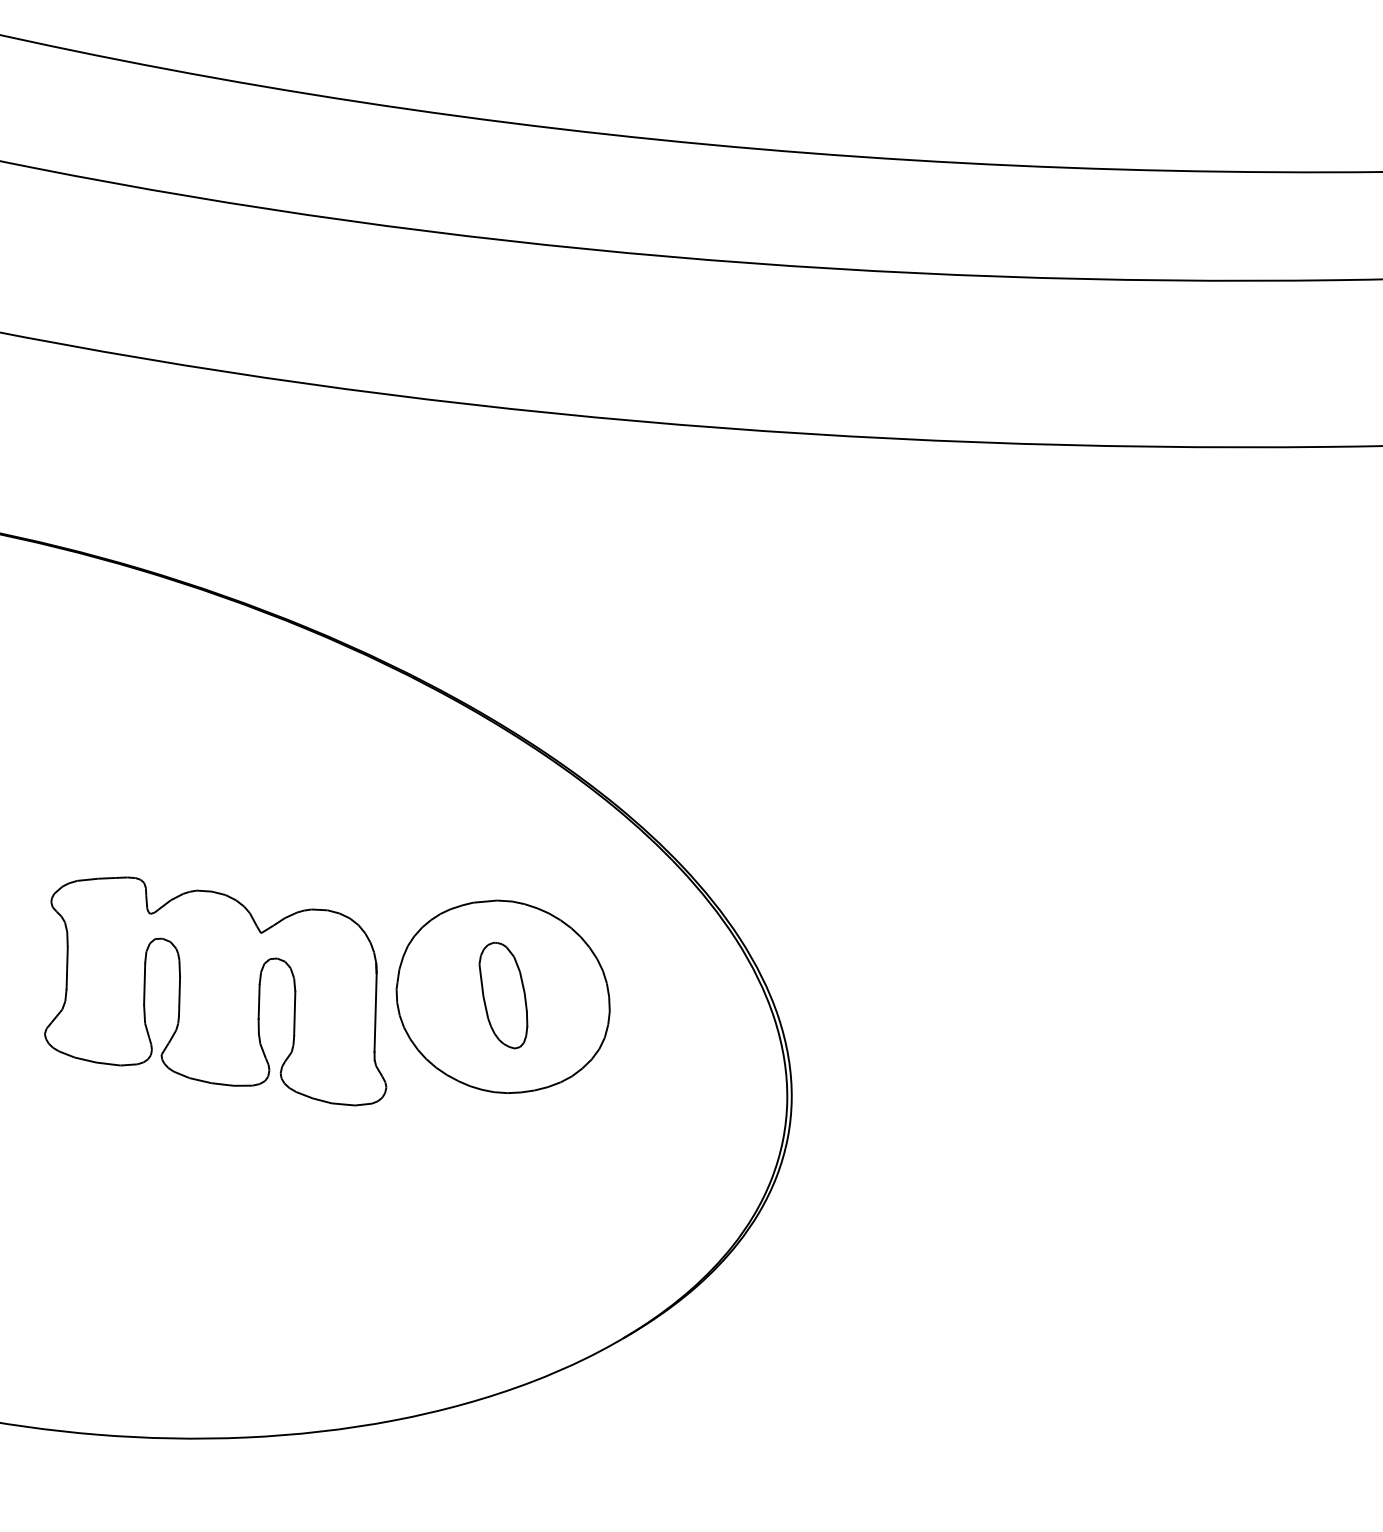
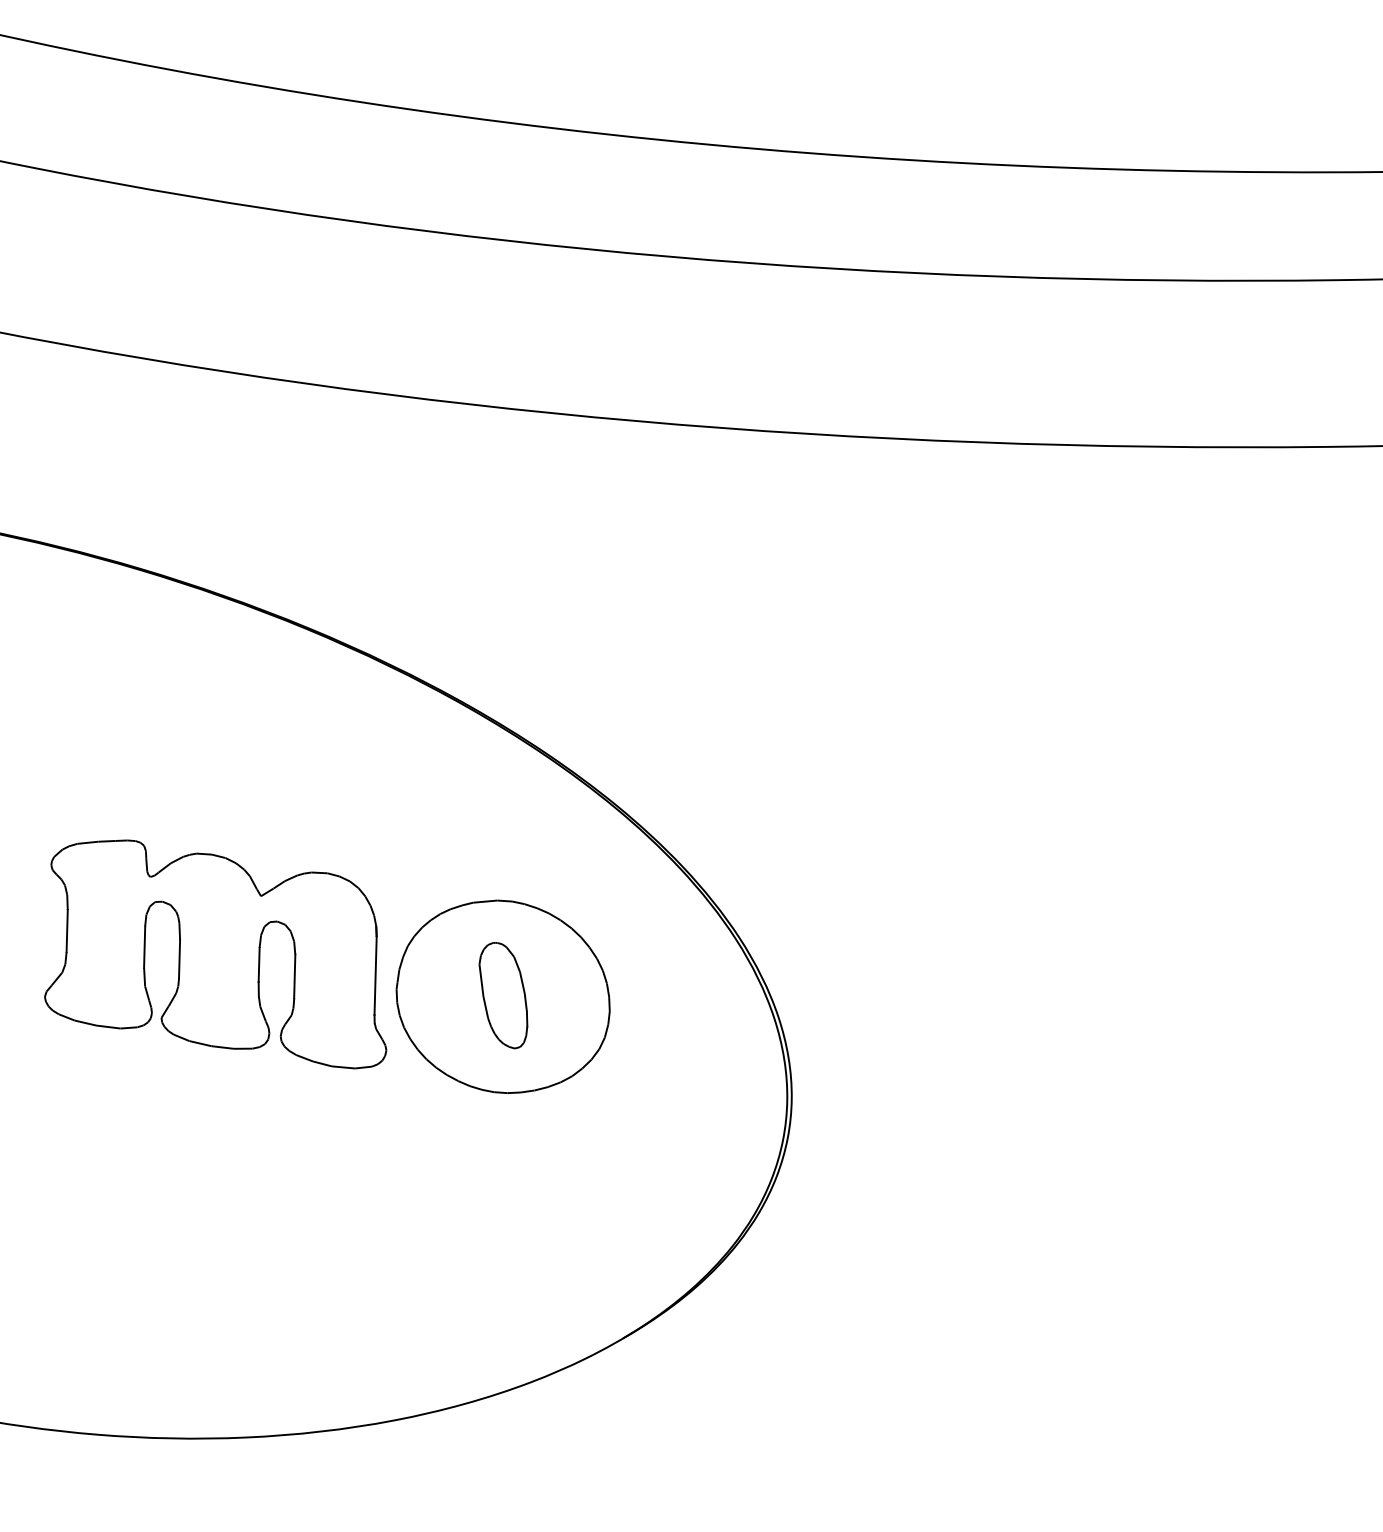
part at (215, 991) position: (215, 991) -> (215, 954)
